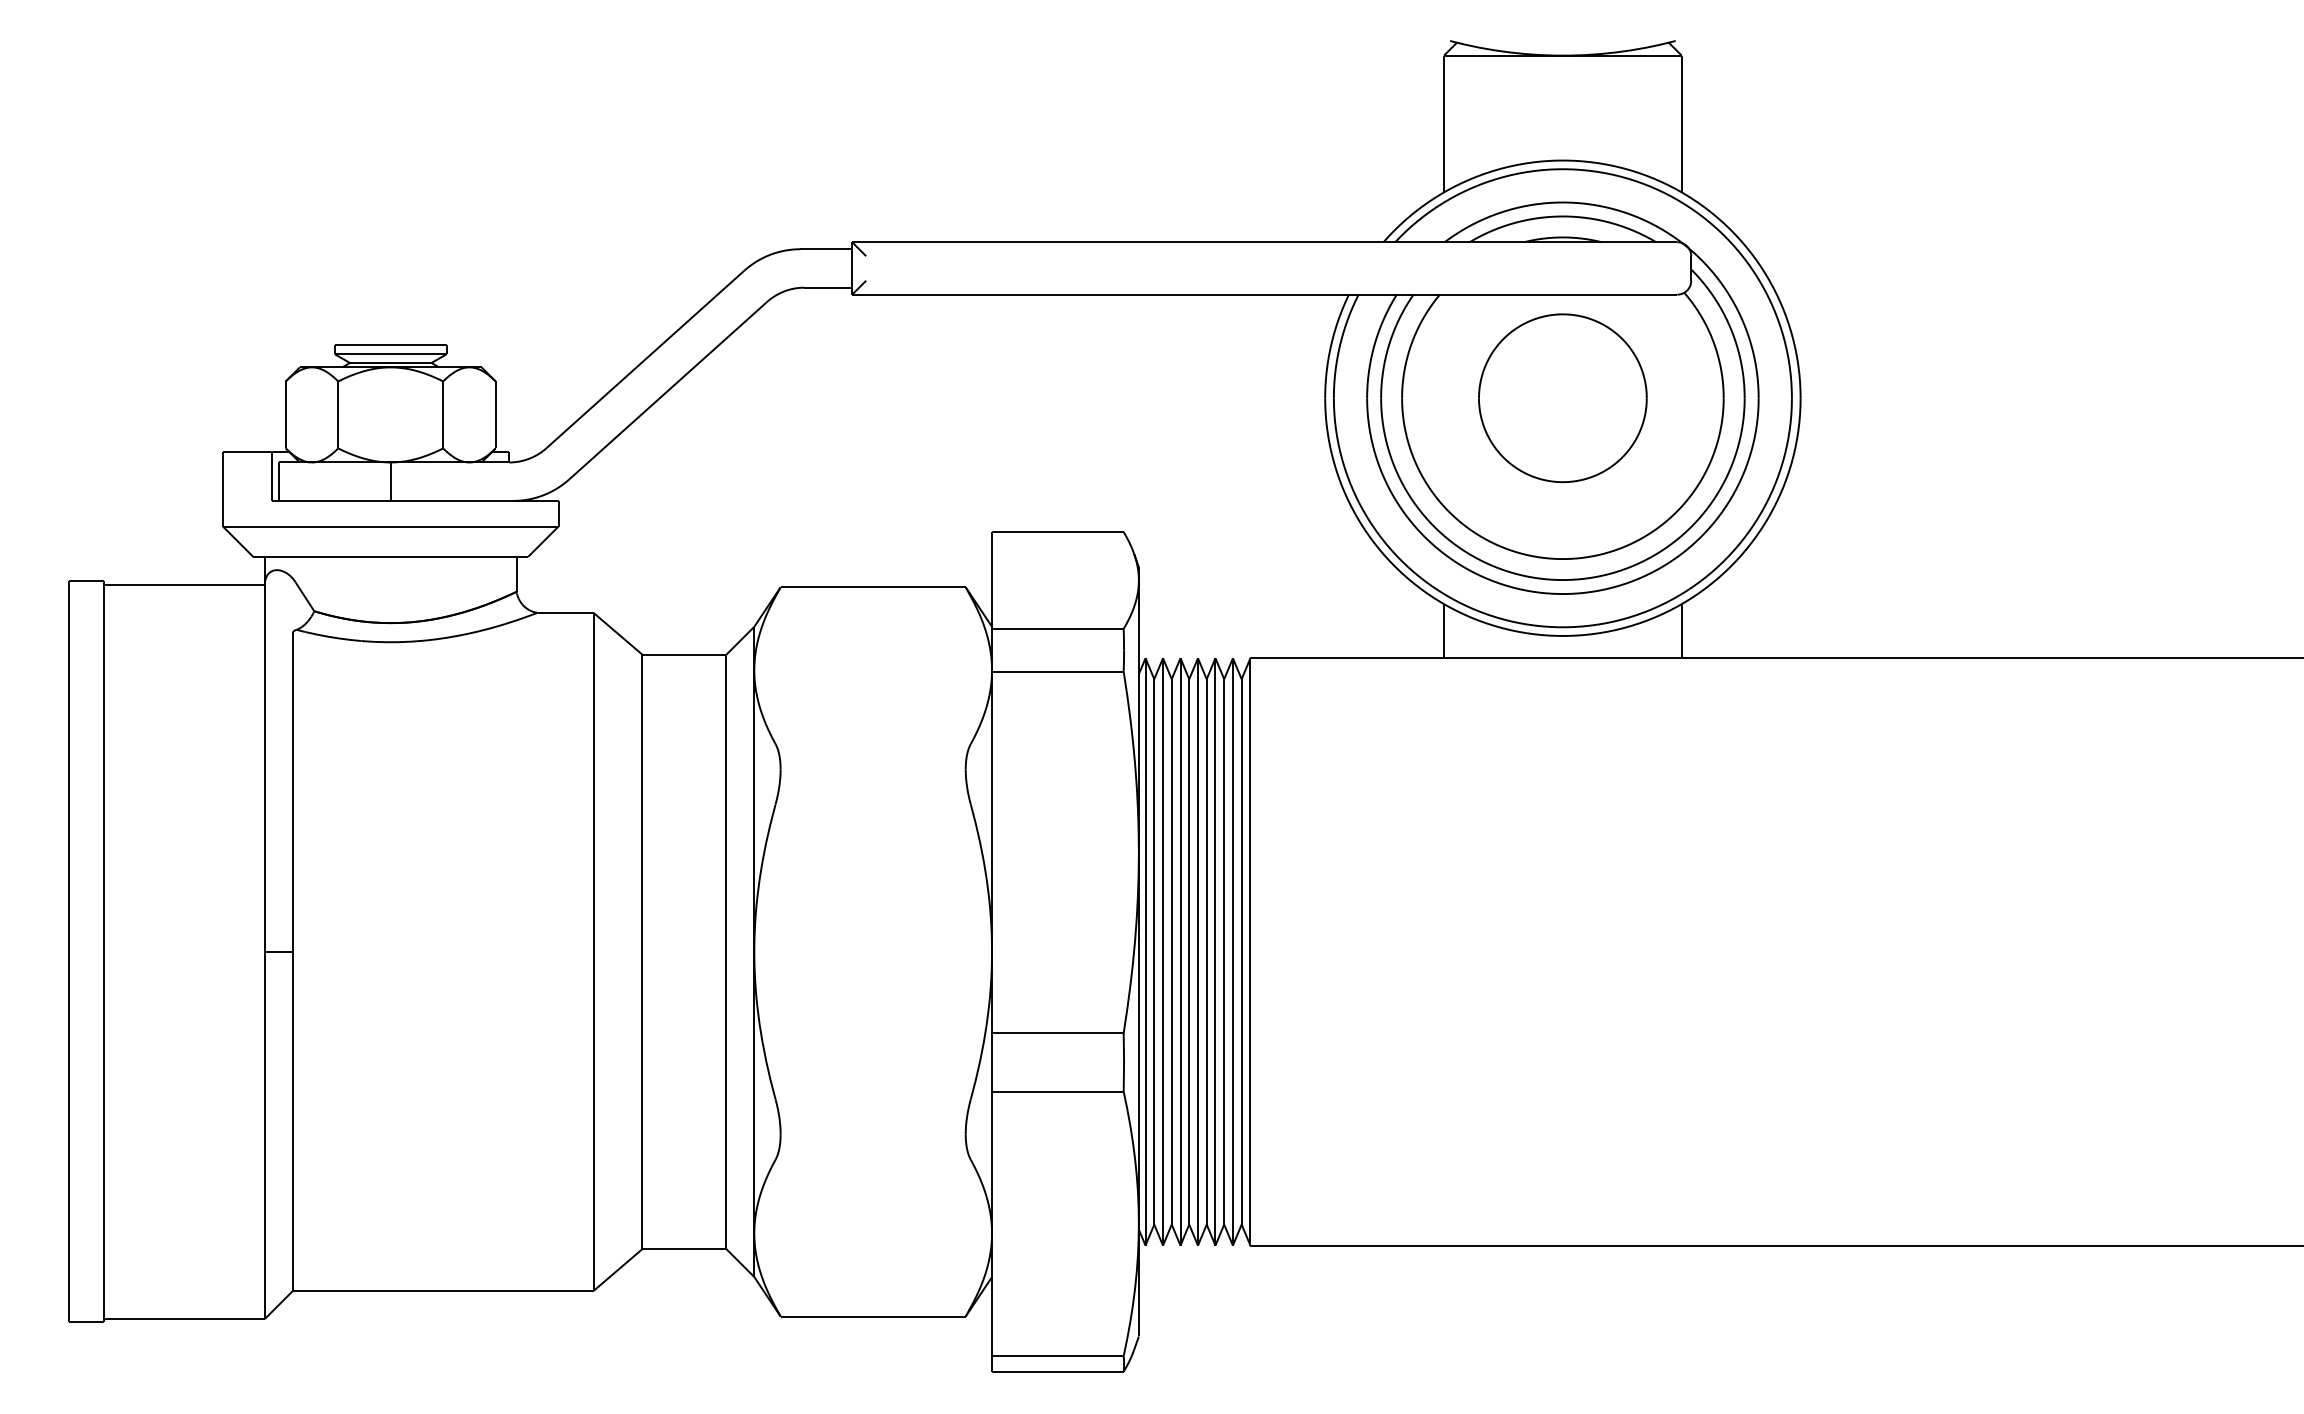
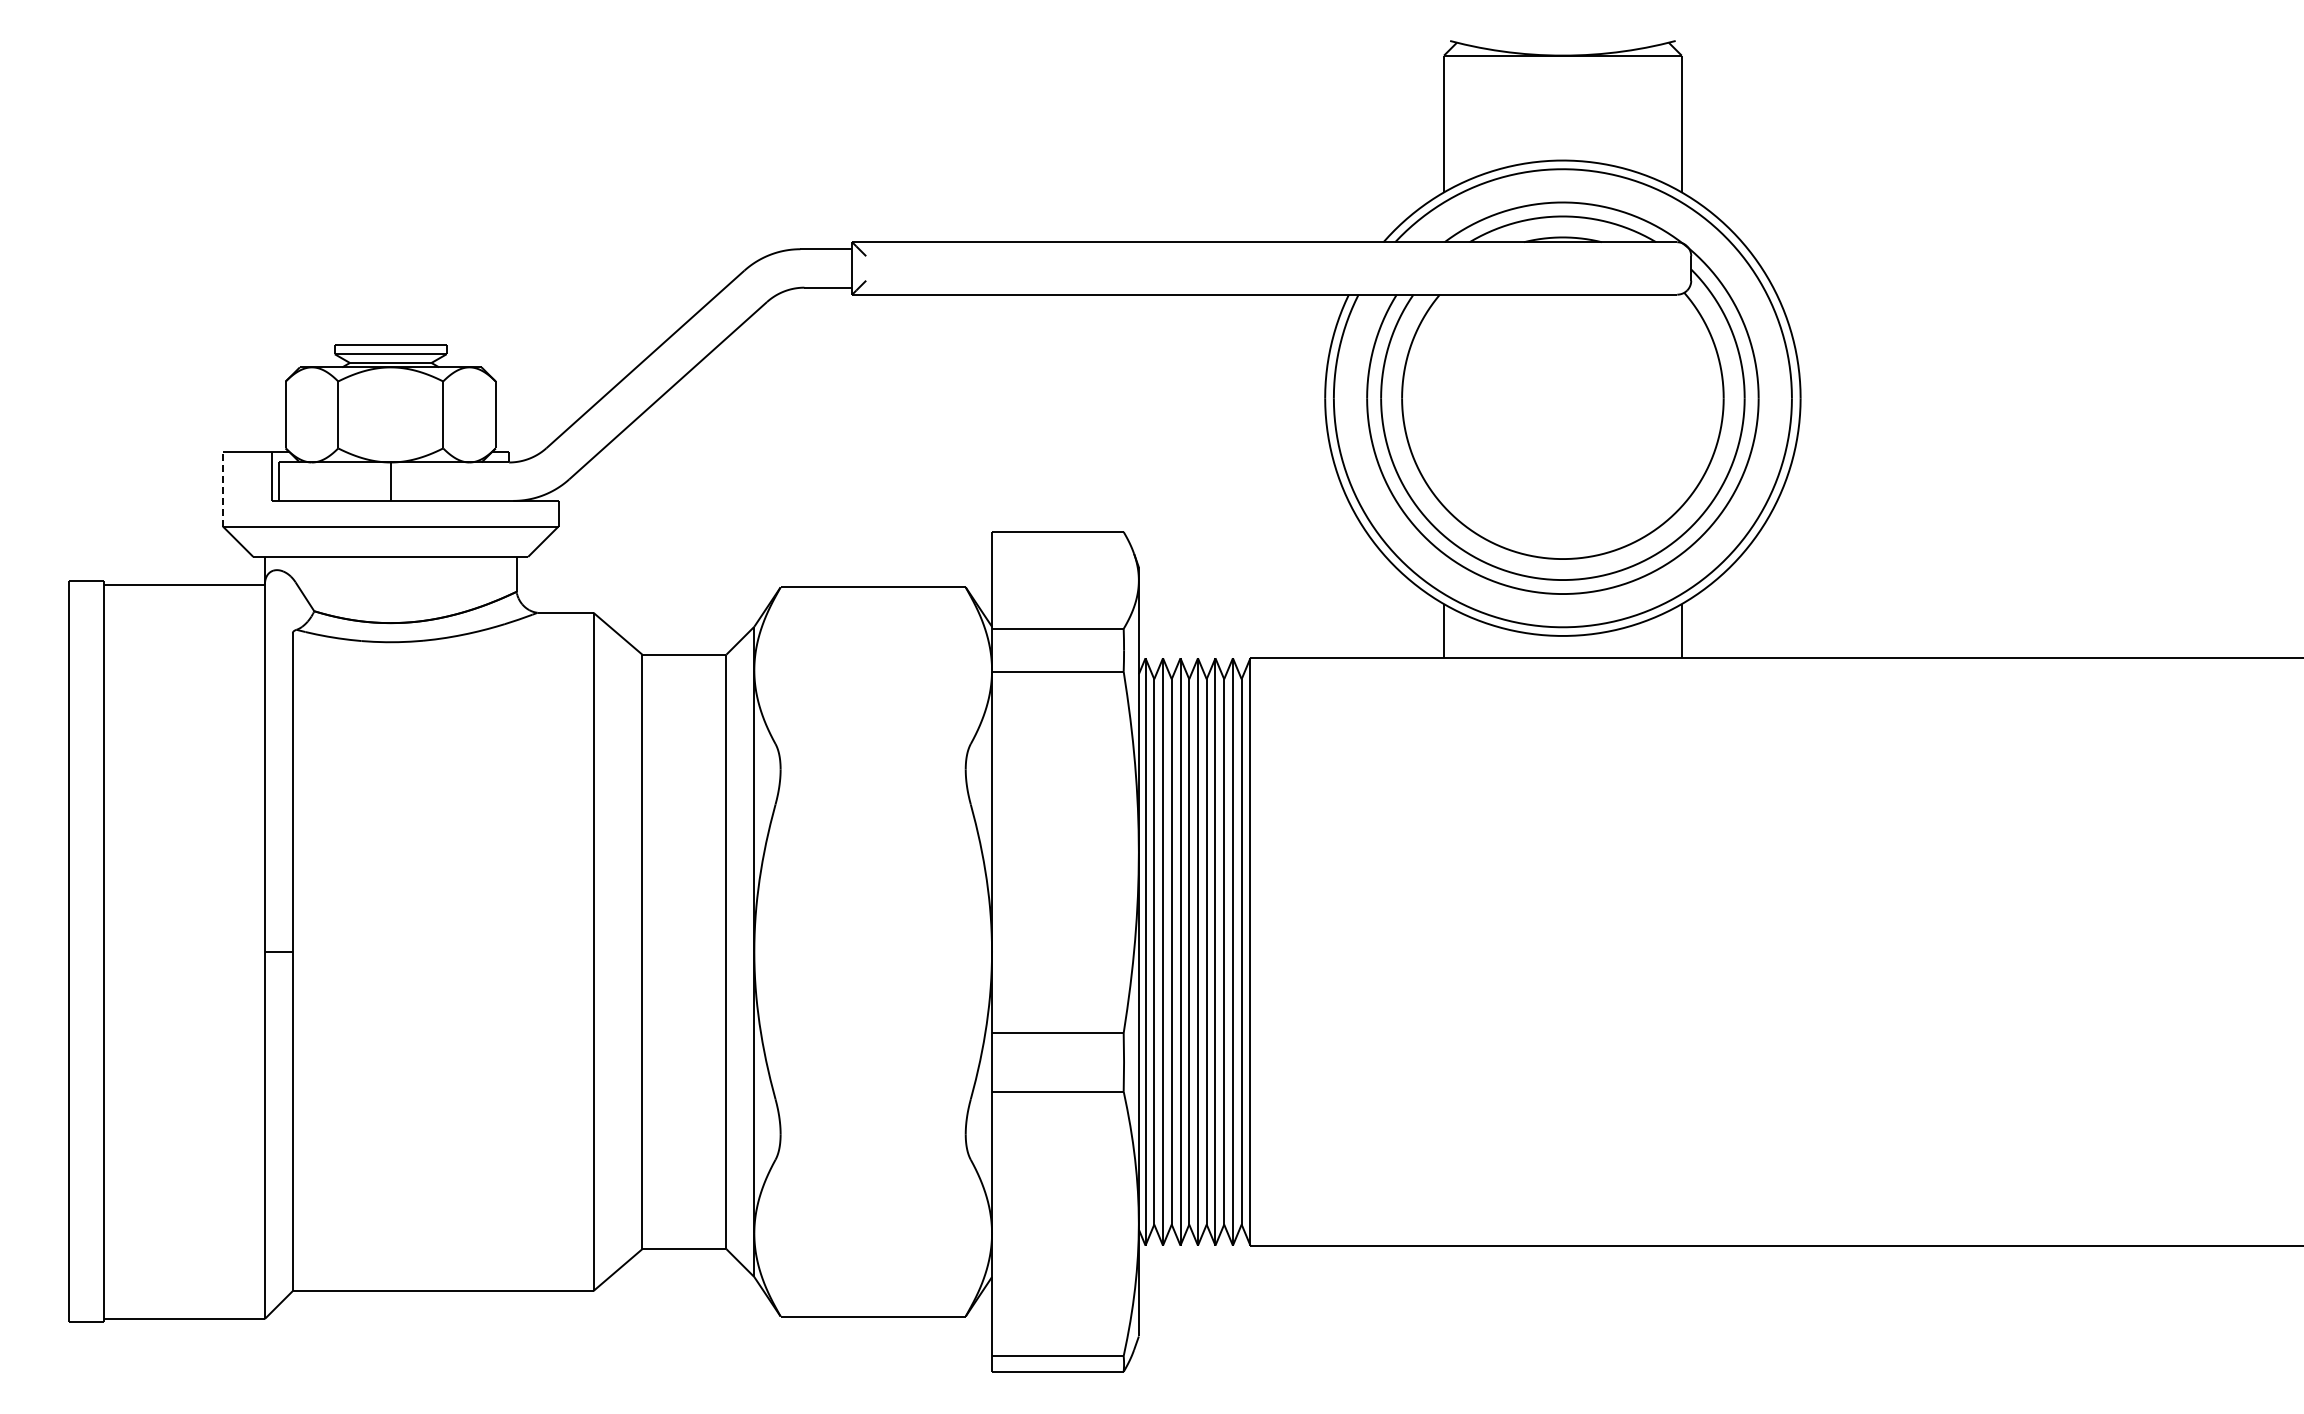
part at (1562, 397): present -> none
line at (222, 488): solid -> dashed
